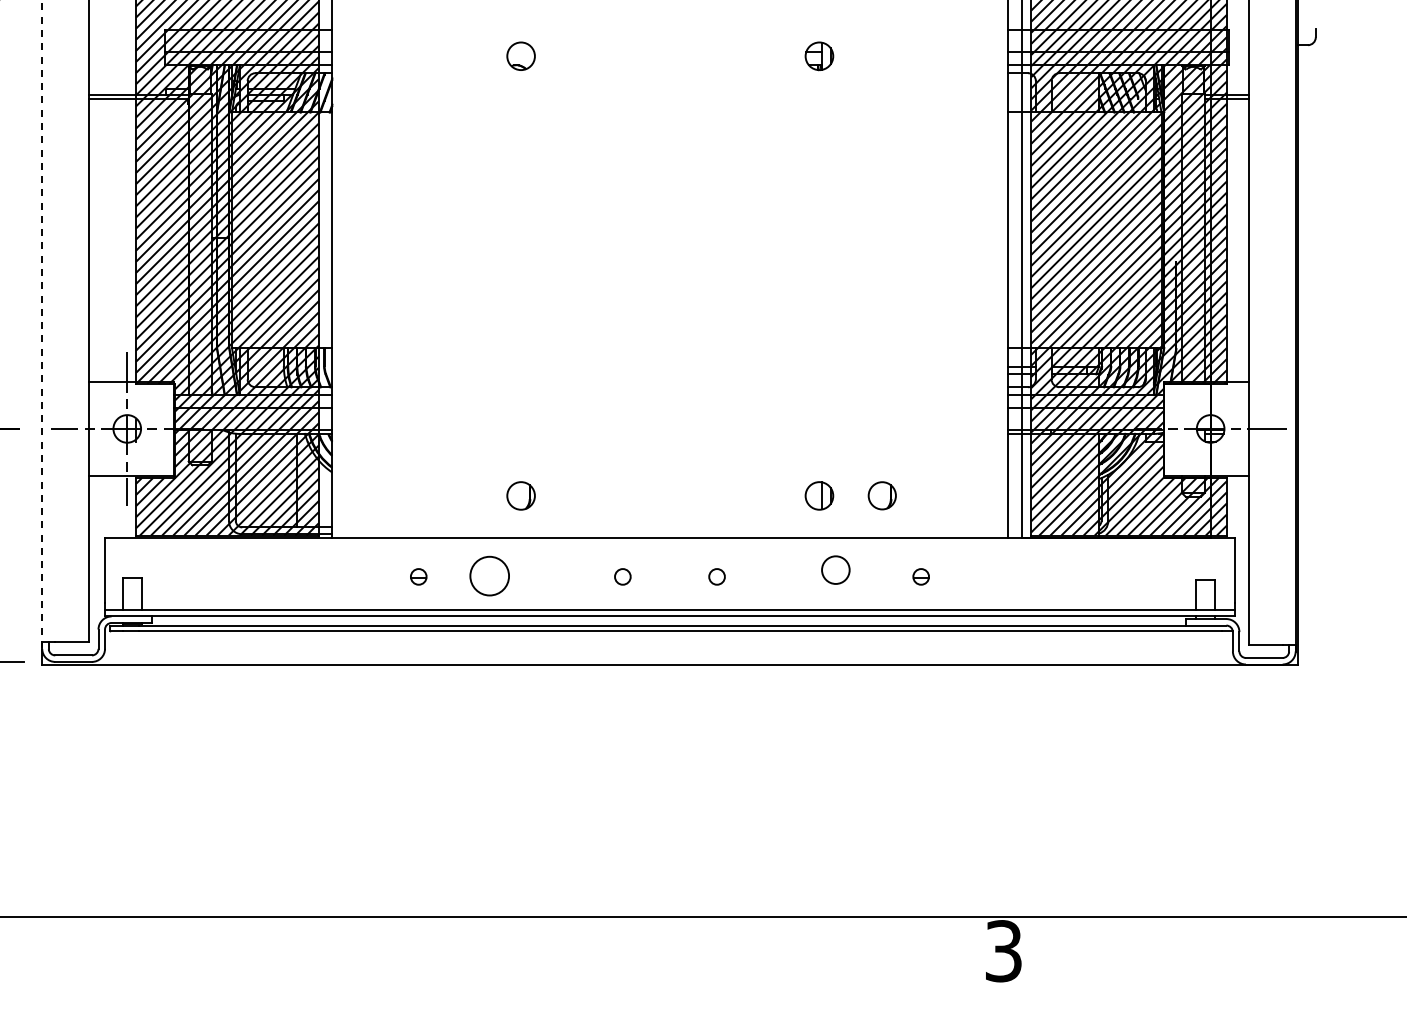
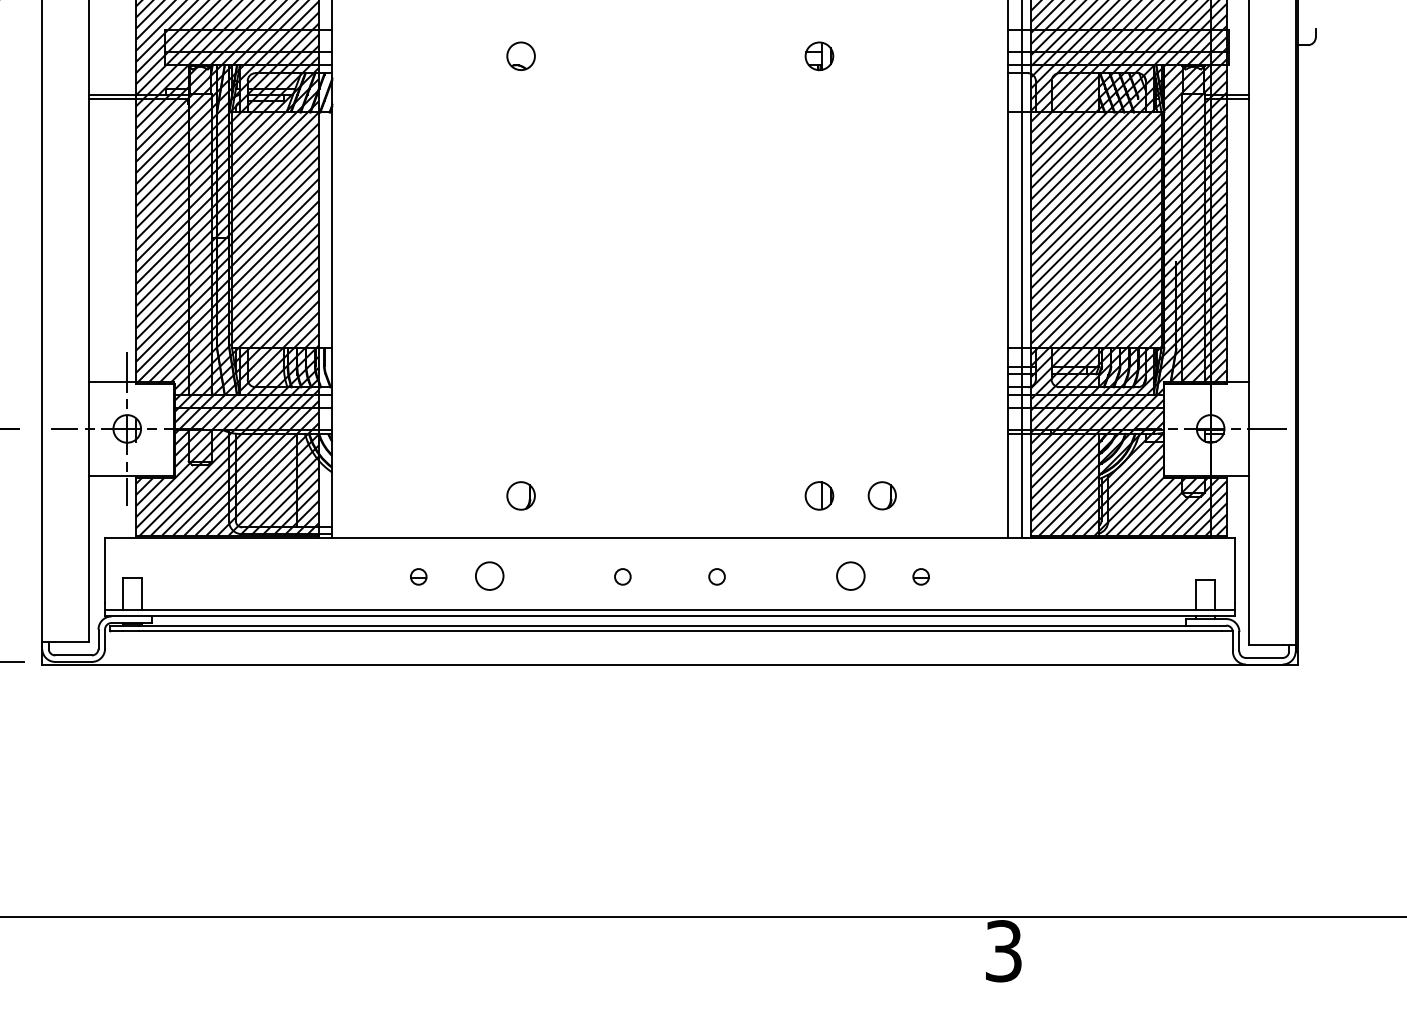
line at (42, 324): dashed -> solid
circle at (835, 569) position: (835, 569) -> (850, 575)
circle at (489, 575) diameter: 39 px -> 28 px
